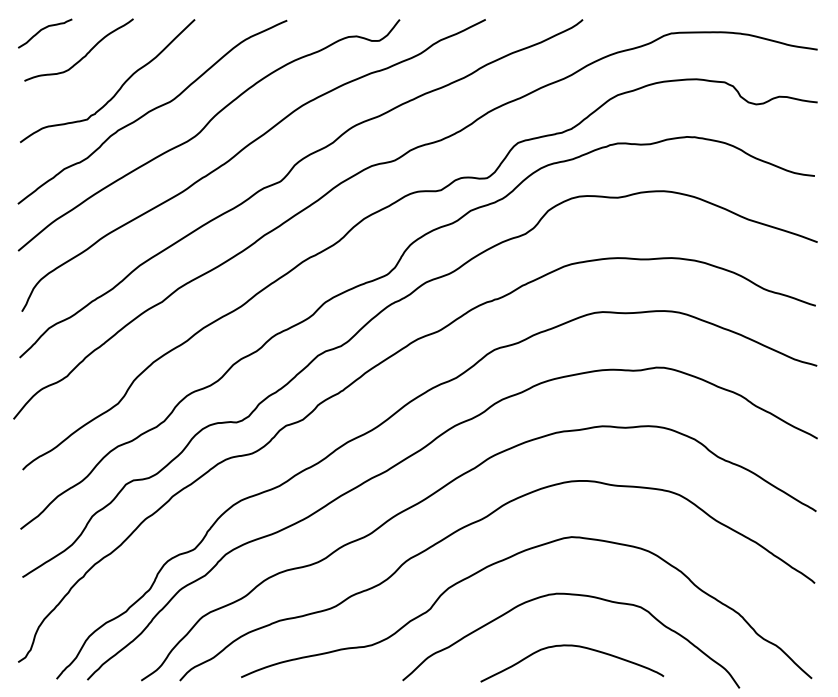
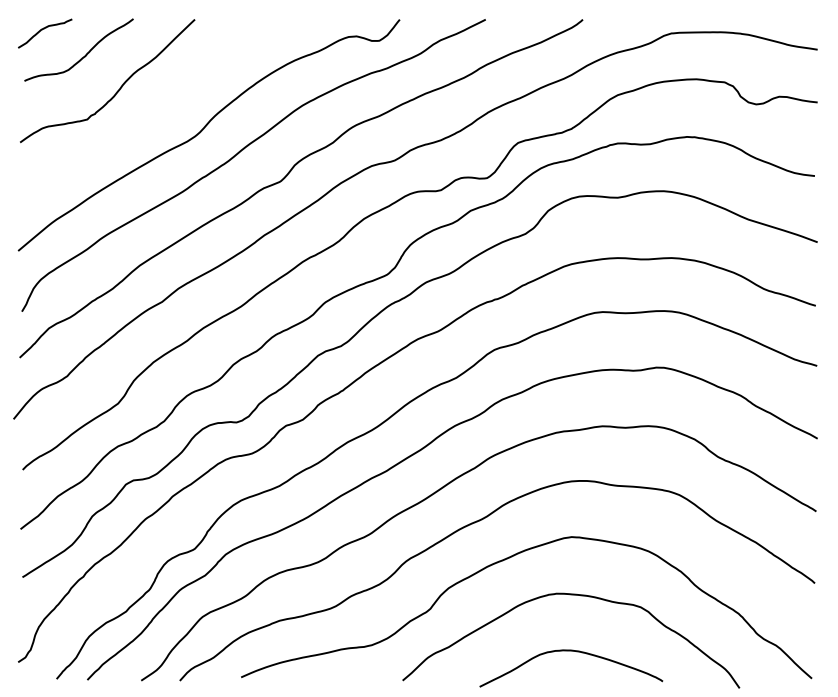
curve at (152, 111): present -> none
curve at (577, 647) position: (577, 647) -> (576, 652)
